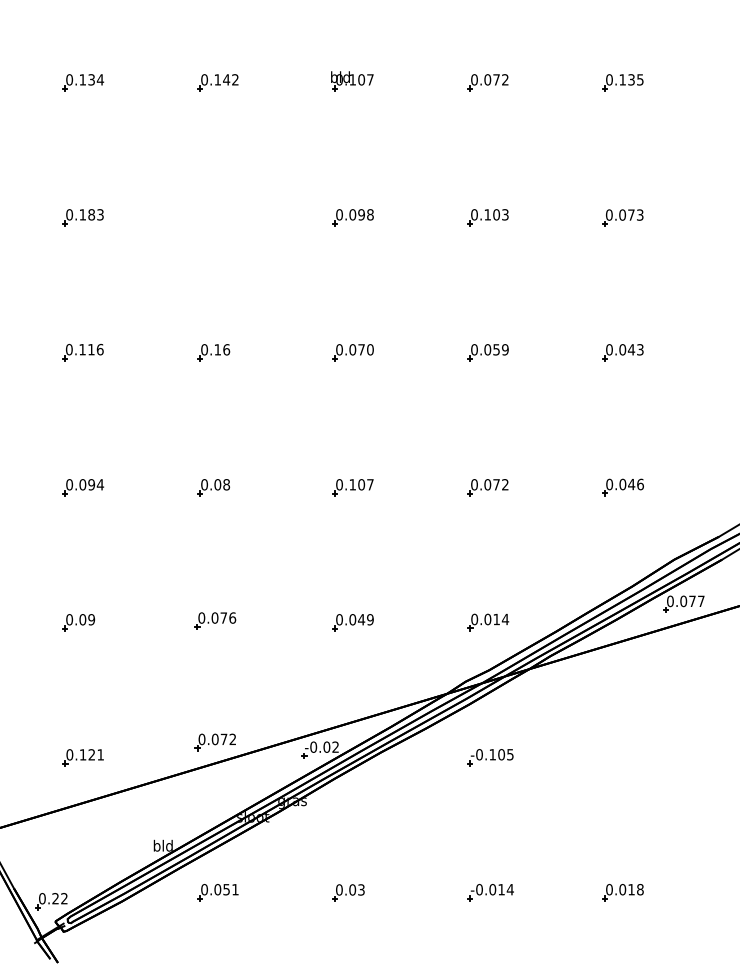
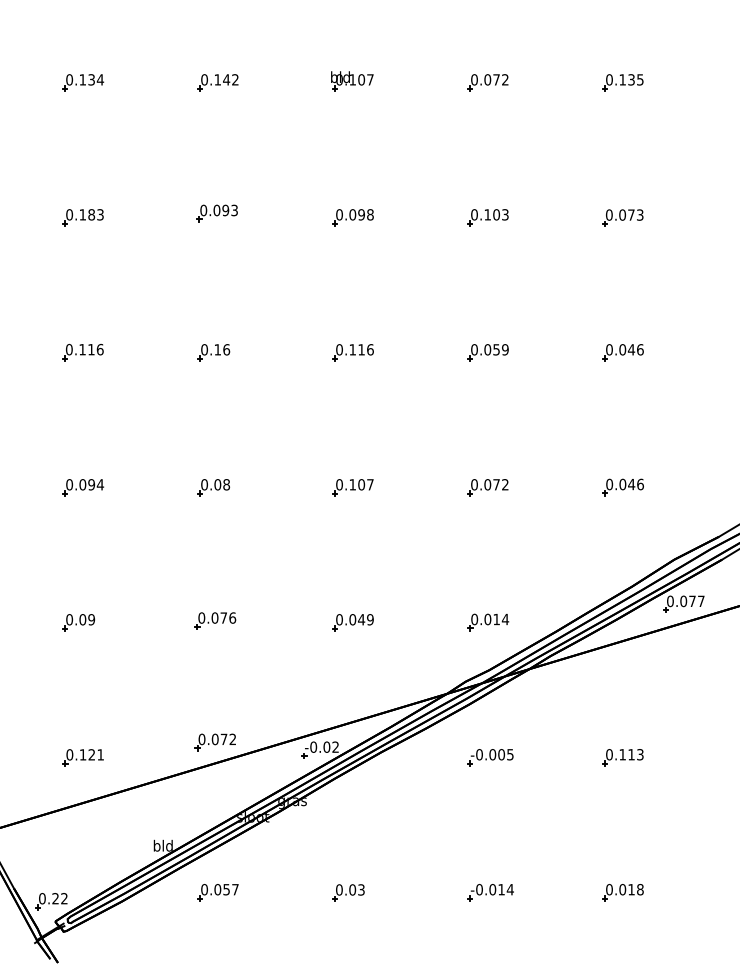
part at (216, 213): none -> present
text at (361, 349): 0.070 -> 0.116
text at (640, 349): 0.043 -> 0.046
text at (492, 754): -0.105 -> -0.005
part at (622, 757): none -> present
text at (235, 889): 0.051 -> 0.057
